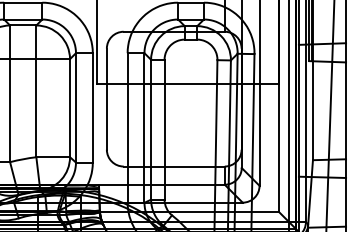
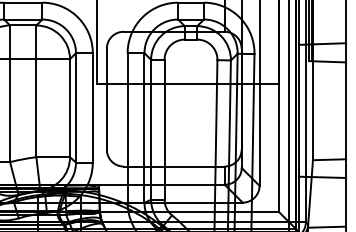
line at (330, 115): present -> none
